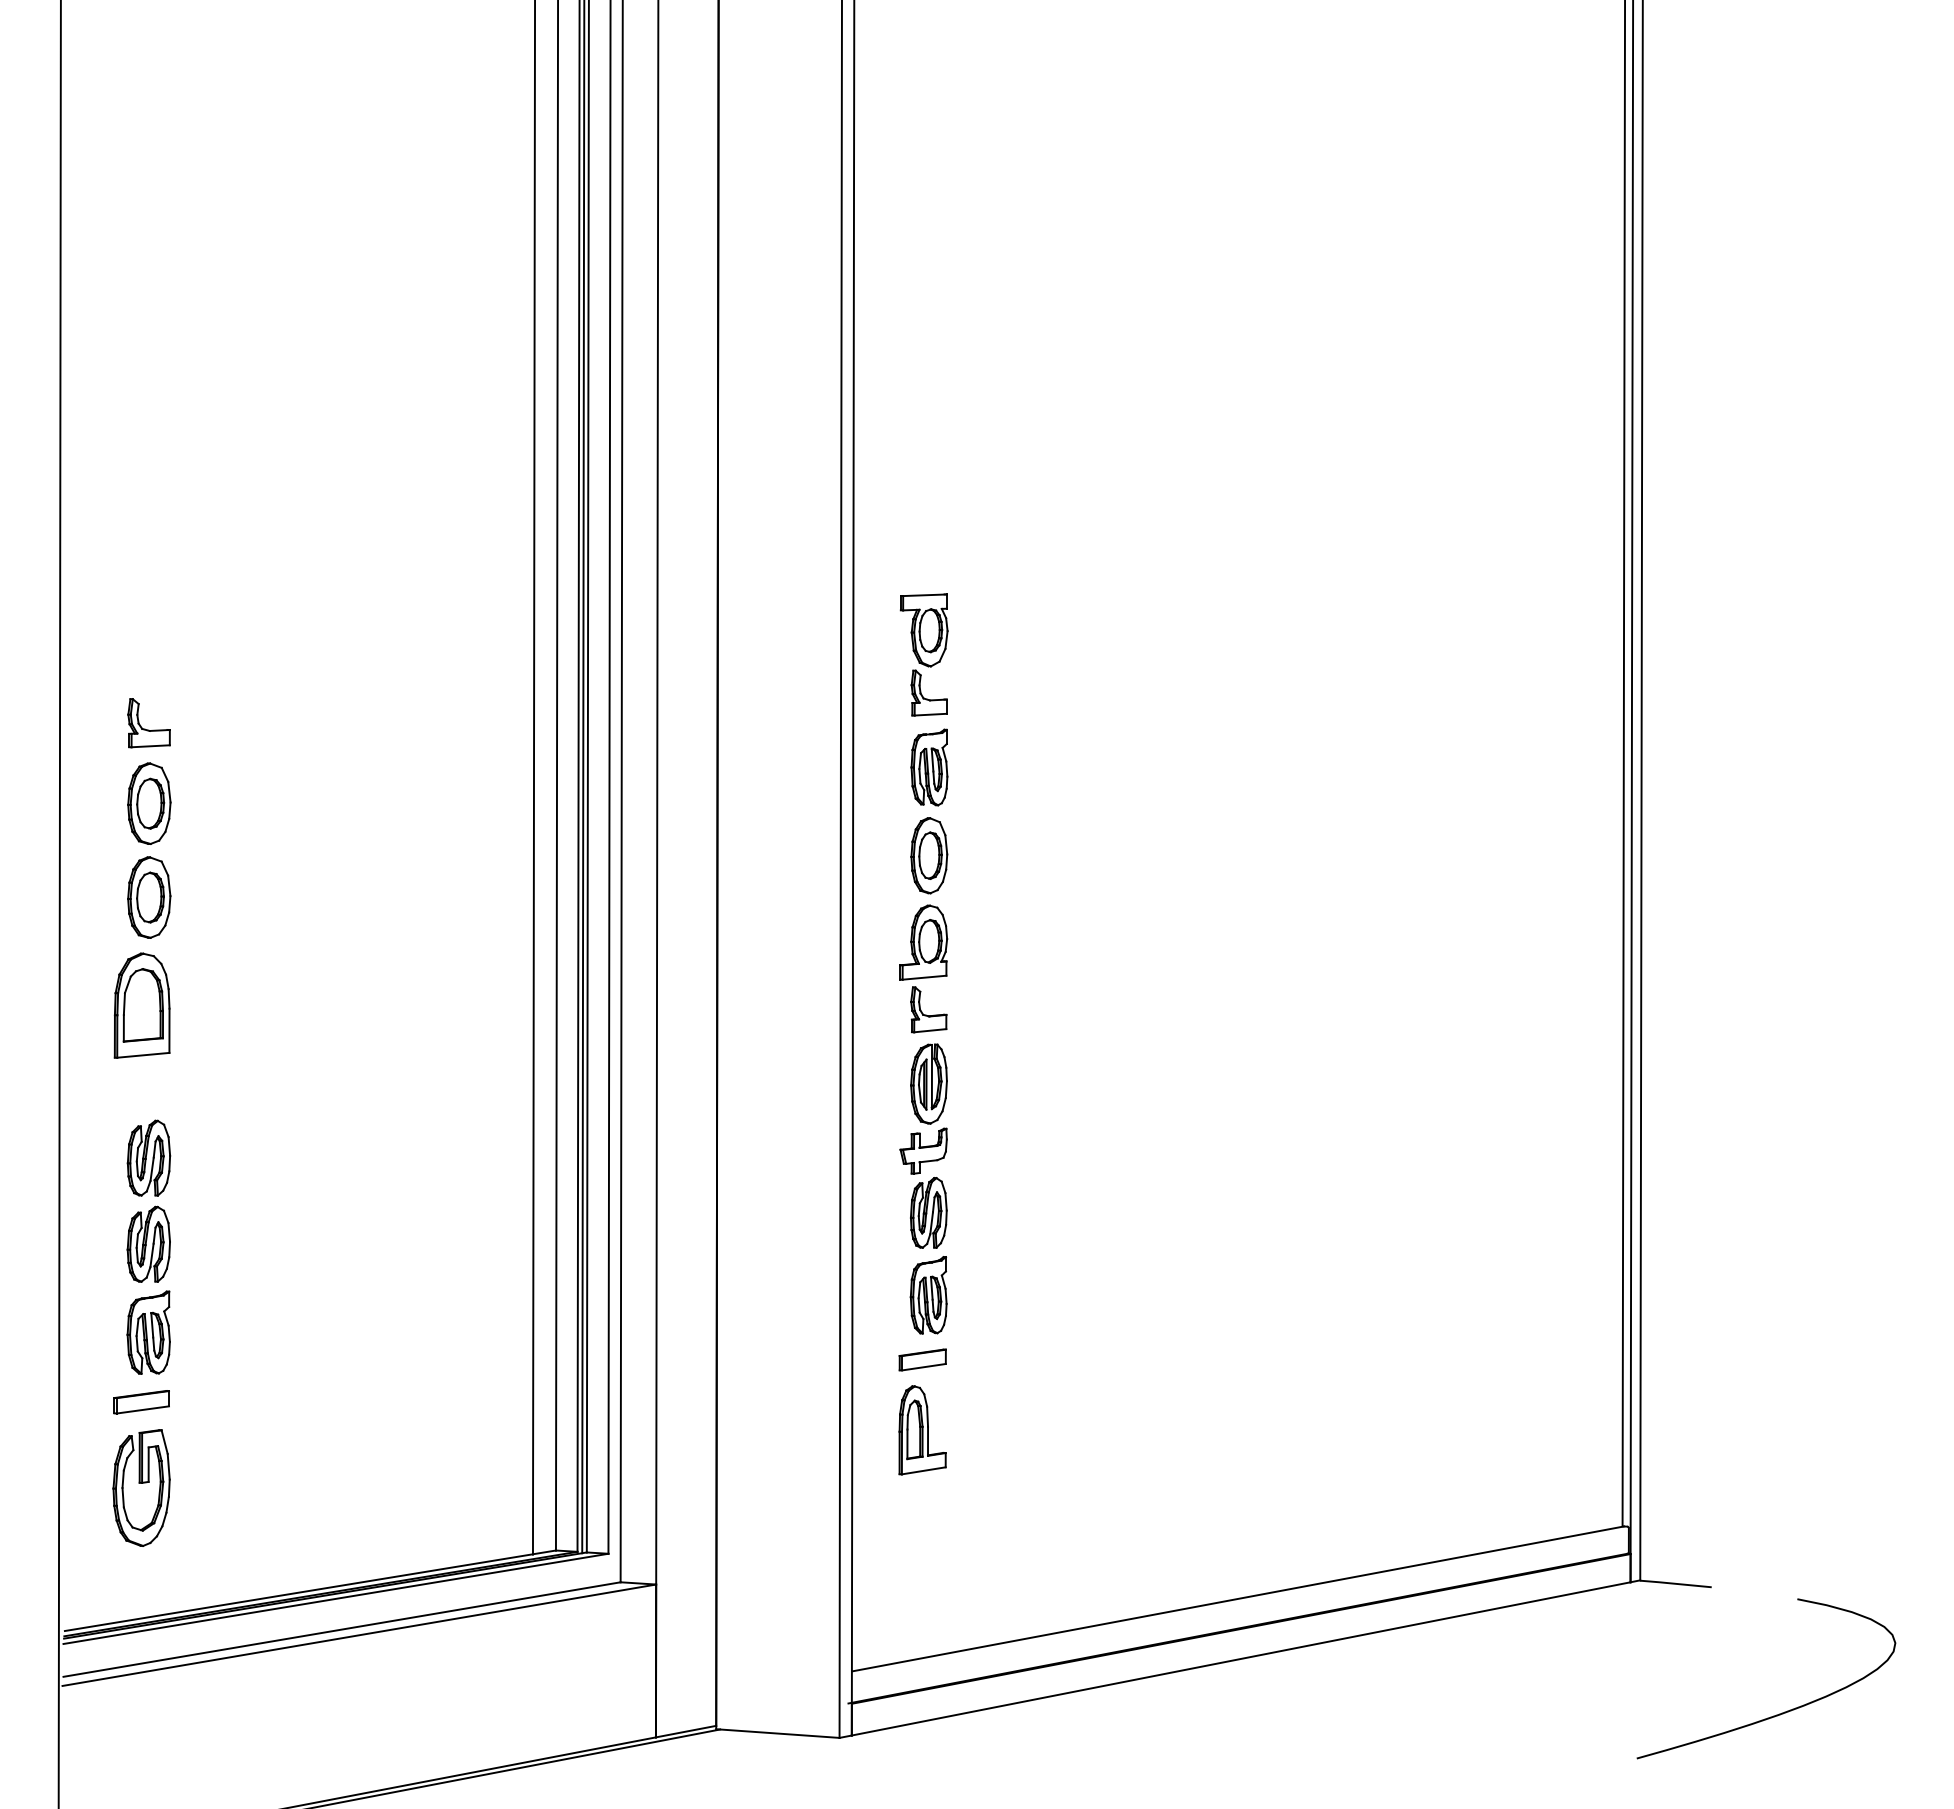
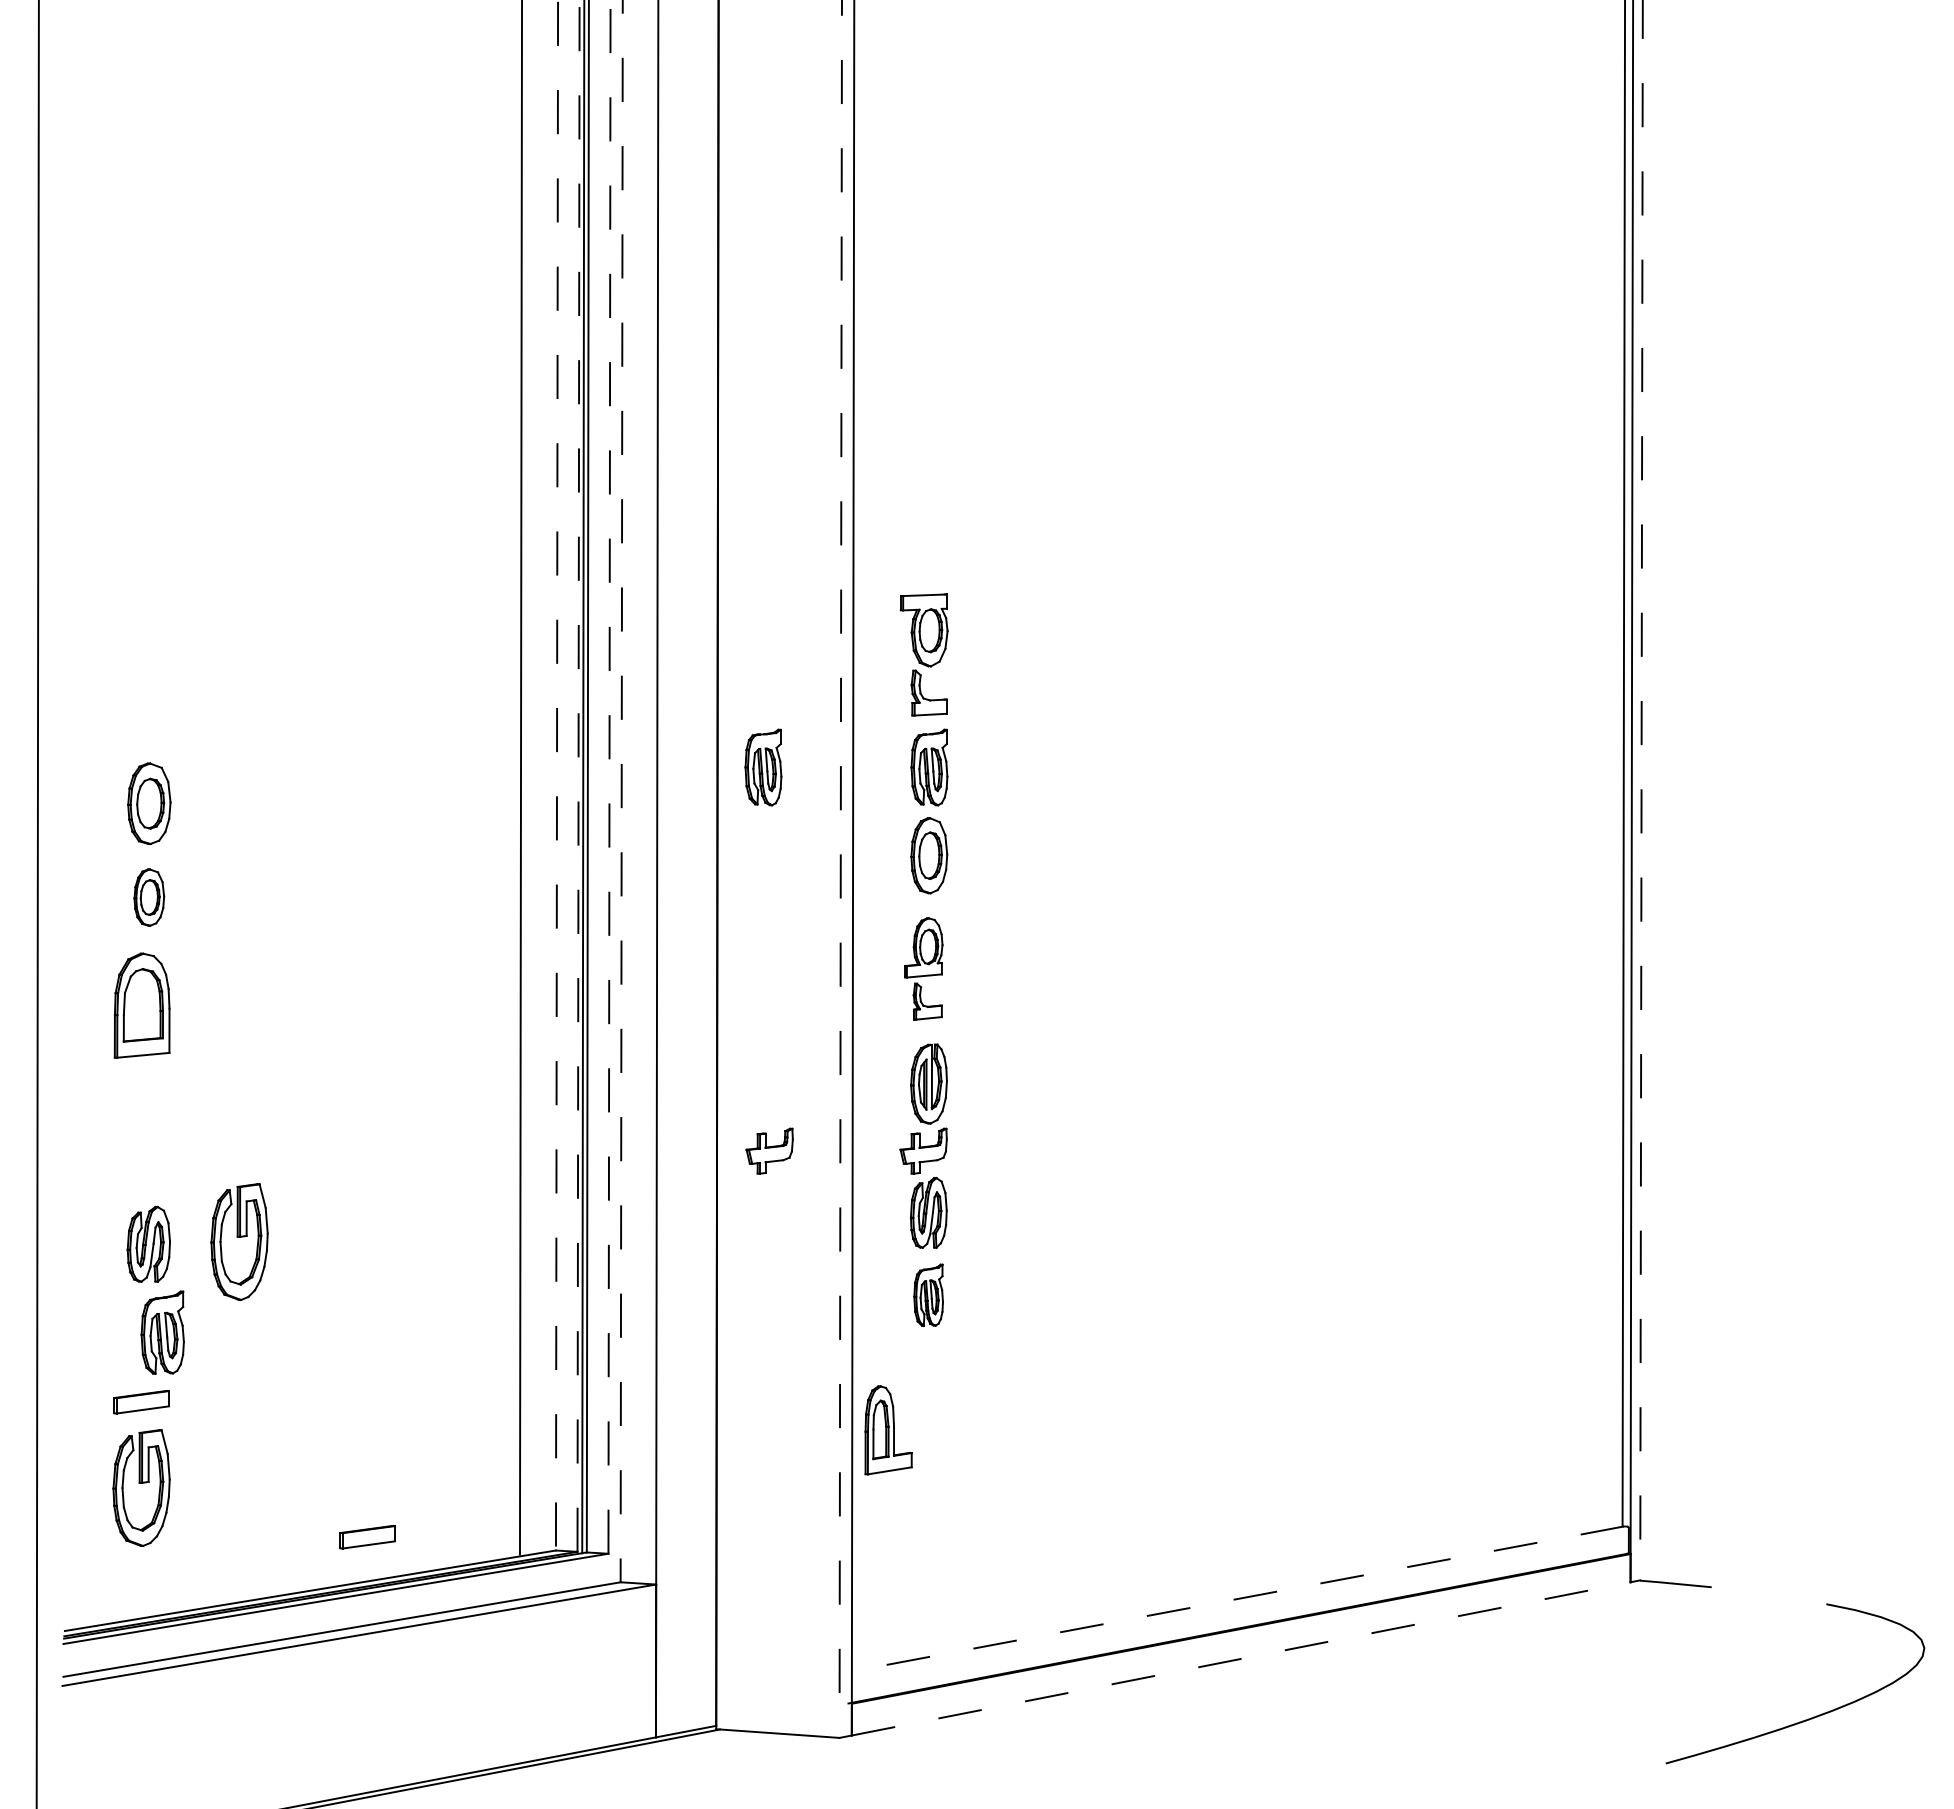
part at (148, 723): present -> none
part at (763, 767): none -> present
line at (557, 775): solid -> dashed
line at (578, 775): solid -> dashed
line at (609, 776): solid -> dashed
line at (533, 778) position: (533, 778) -> (520, 778)
line at (1641, 790): solid -> dashed
line at (621, 791): solid -> dashed
line at (840, 869): solid -> dashed
part at (149, 897) size: 45x83 px -> 33x59 px
line at (59, 903) position: (59, 903) -> (37, 903)
part at (923, 968) size: 50x130 px -> 40x104 px
part at (769, 1150): none -> present
part at (148, 1157): present -> none
part at (239, 1241): none -> present
part at (928, 1295) size: 39x79 px -> 31x64 px
part at (148, 1332) position: (148, 1332) -> (162, 1332)
part at (922, 1359): present -> none
part at (922, 1430) position: (922, 1430) -> (888, 1430)
part at (367, 1537): none -> present
line at (1237, 1598): solid -> dashed
line at (1241, 1658): solid -> dashed
curve at (1781, 1712) position: (1781, 1712) -> (1810, 1717)
